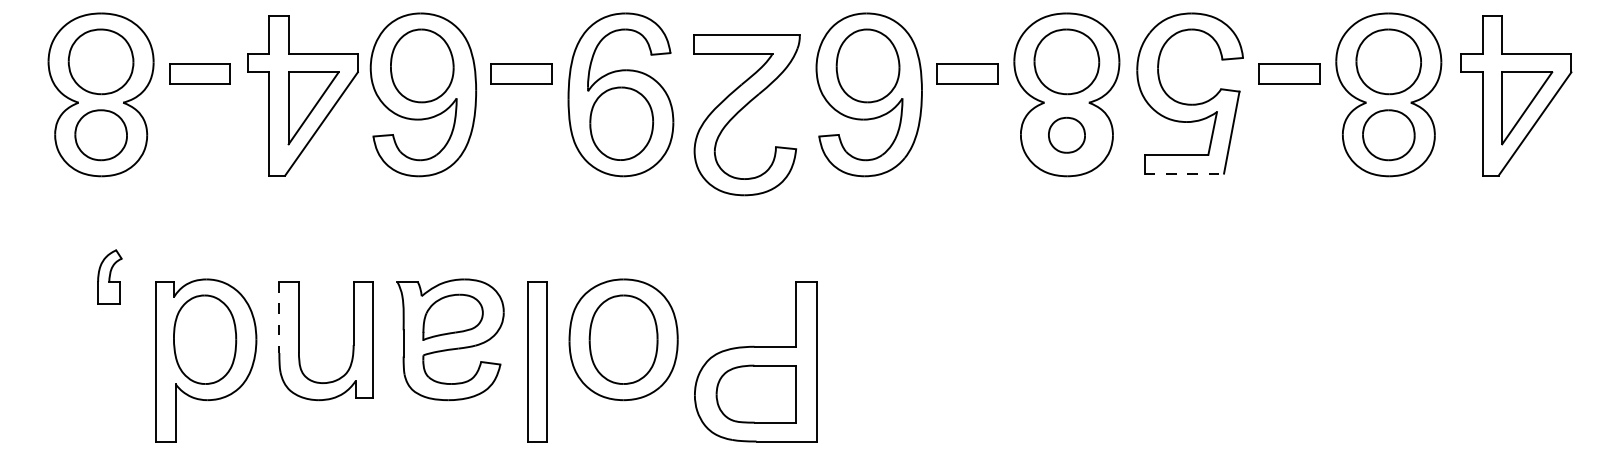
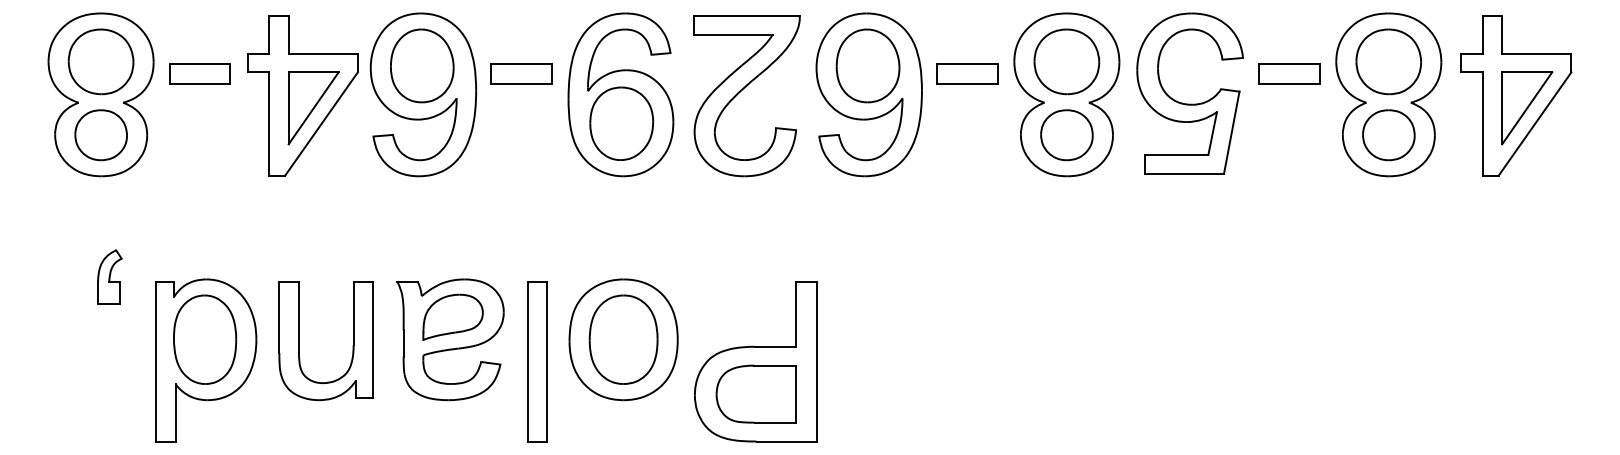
part at (741, 110) position: (741, 110) -> (741, 91)
part at (1066, 135) size: 38x37 px -> 54x53 px
line at (1184, 173): dashed -> solid
line at (279, 318): dashed -> solid
